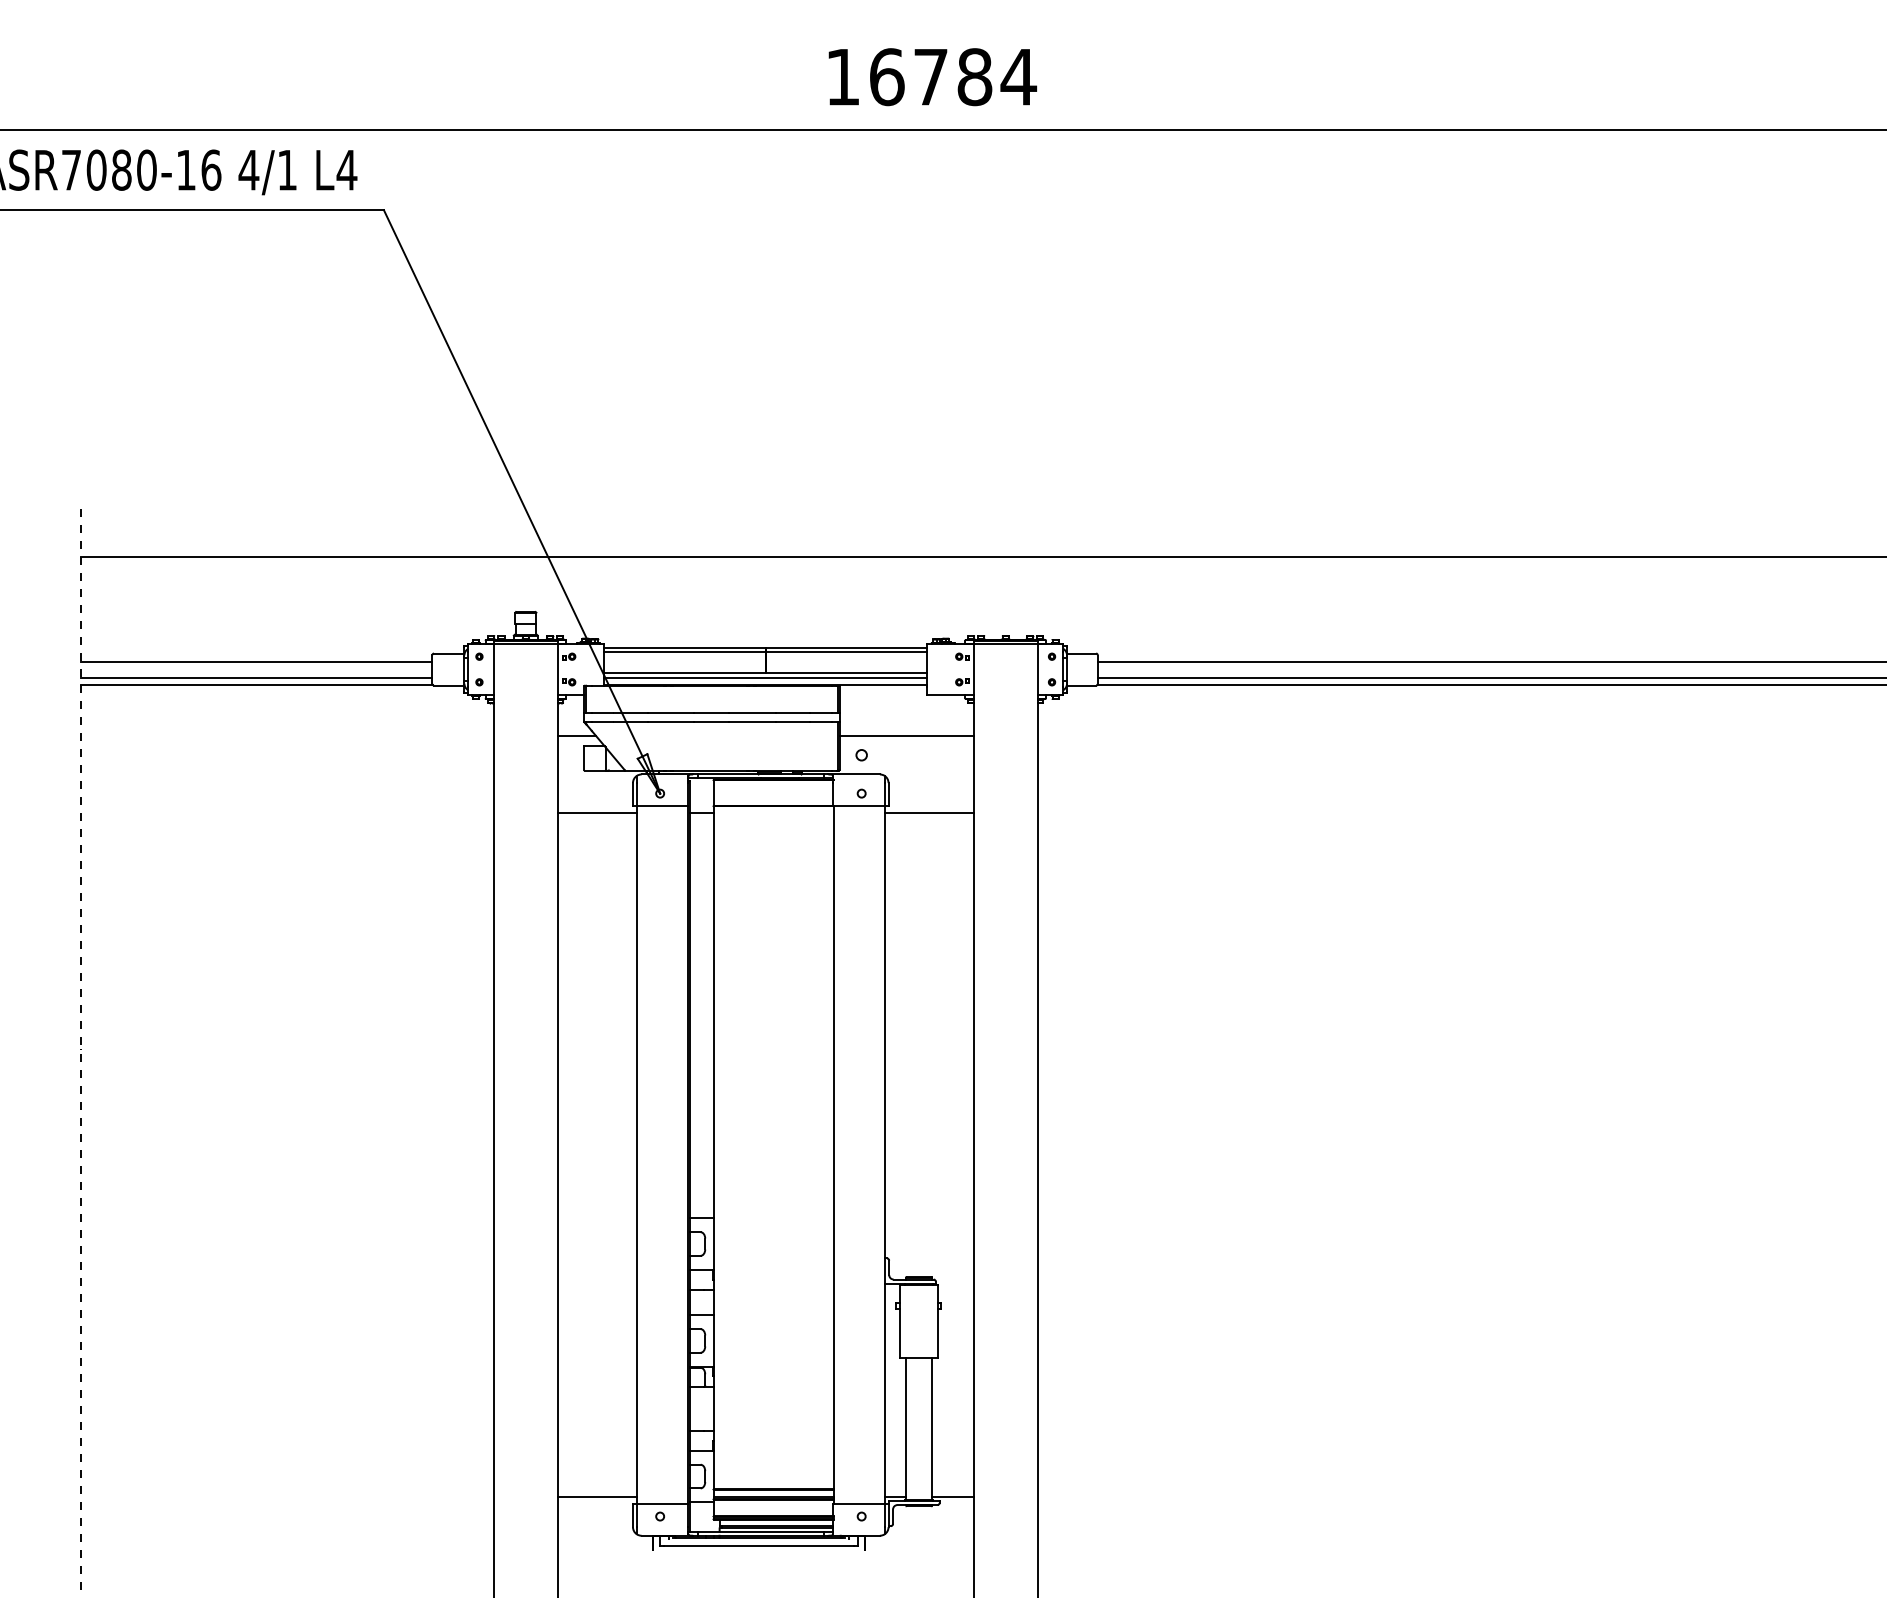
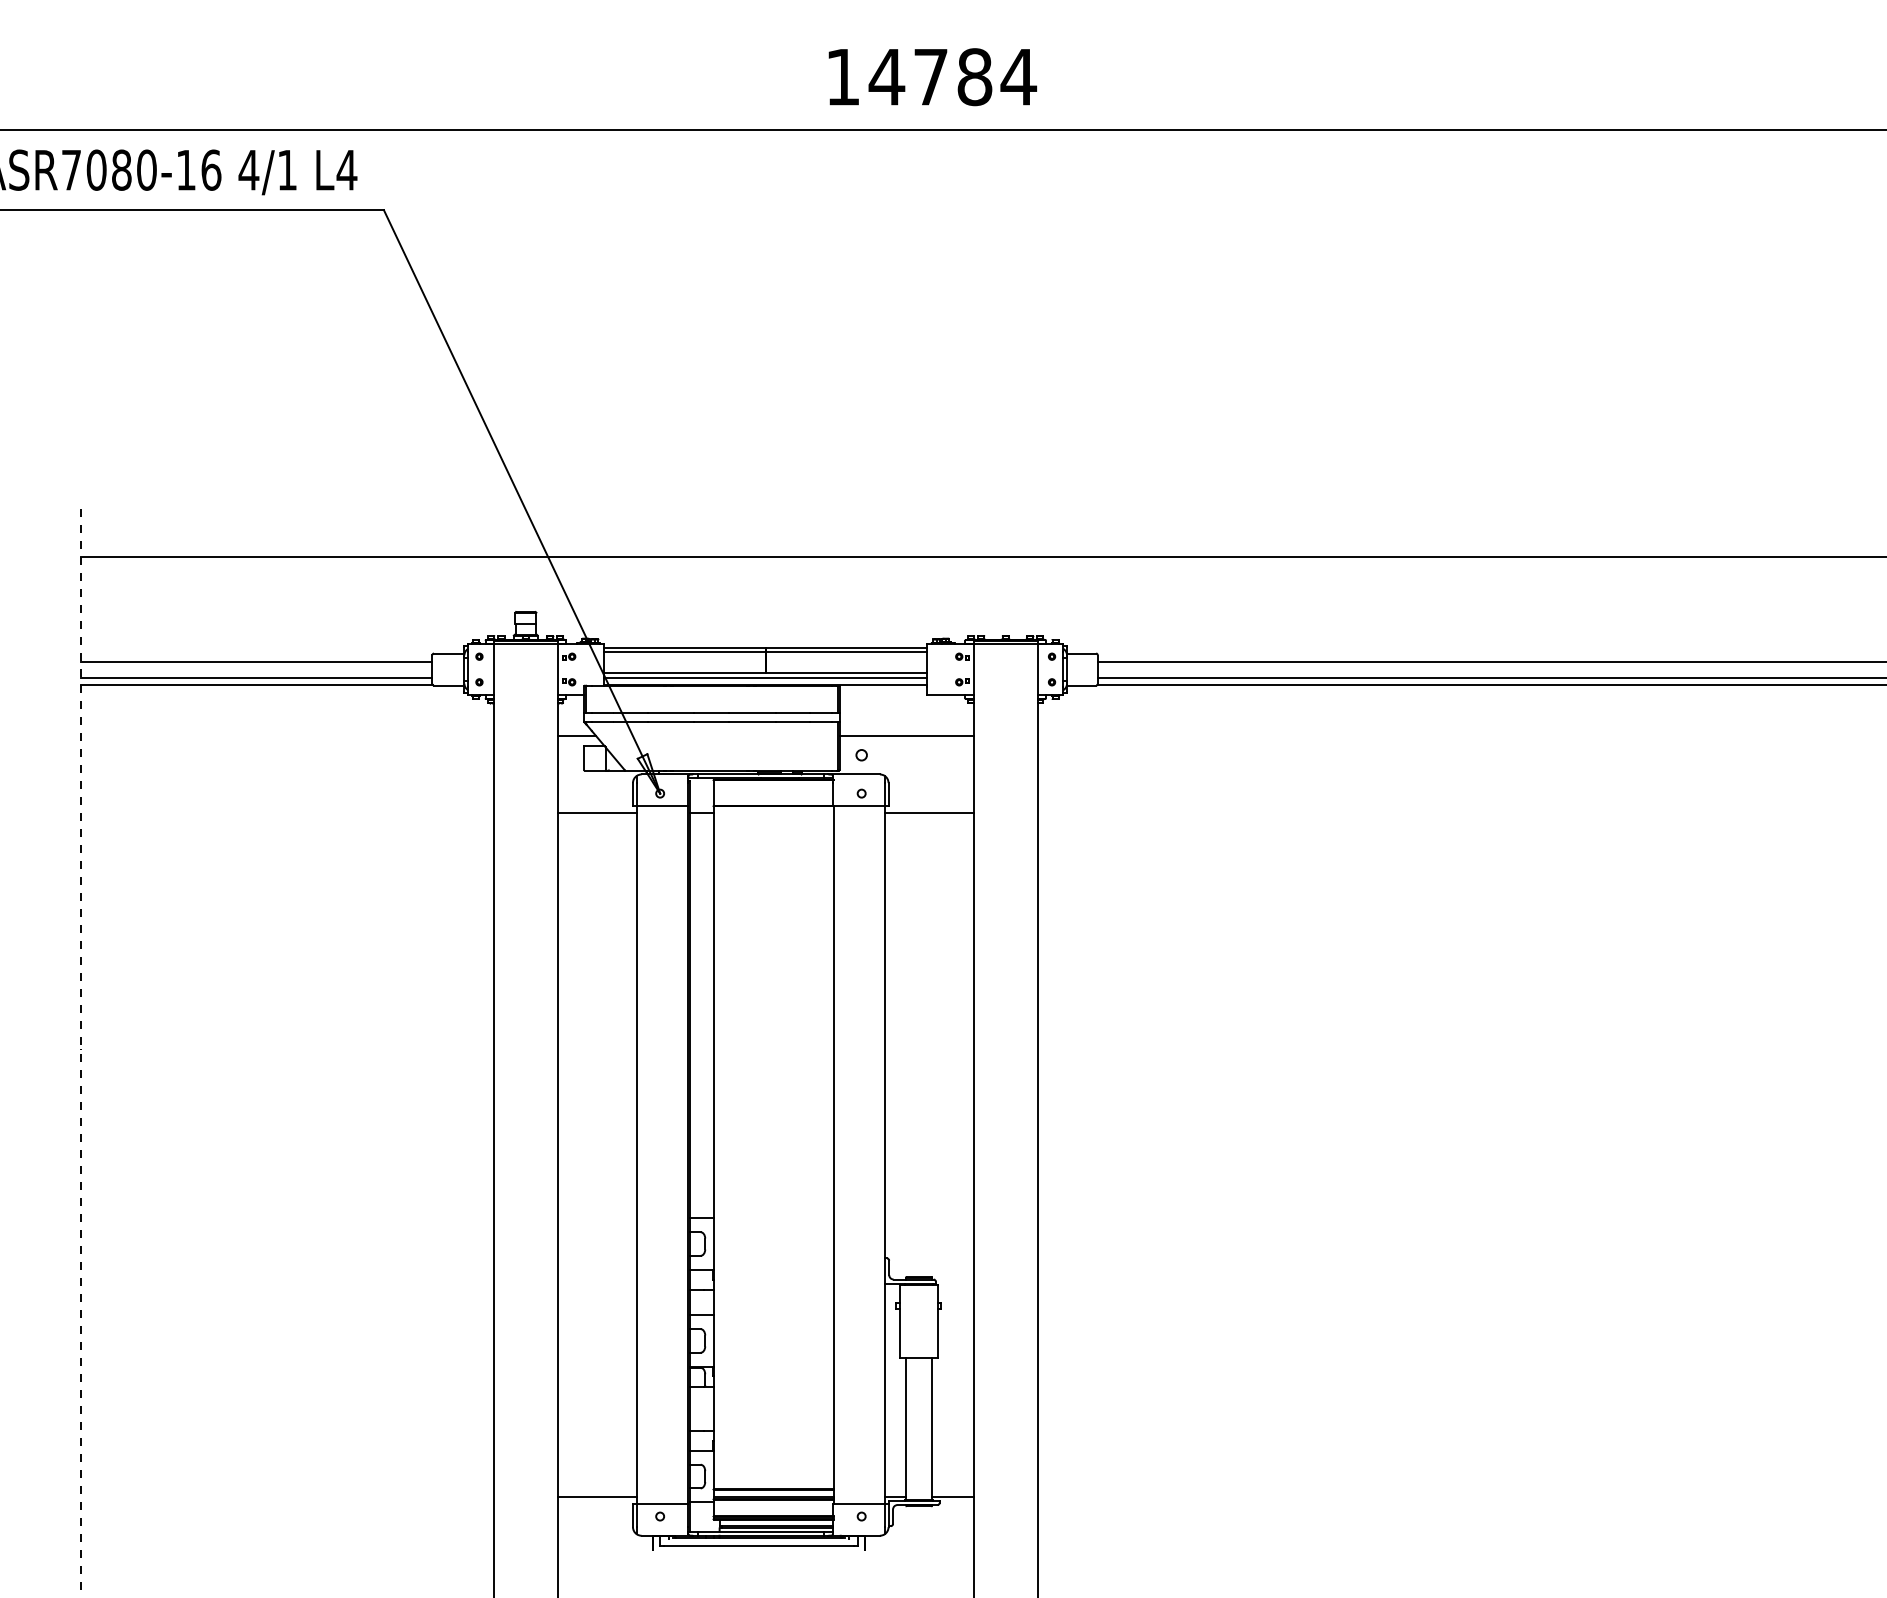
text at (886, 77): 16784 -> 14784
